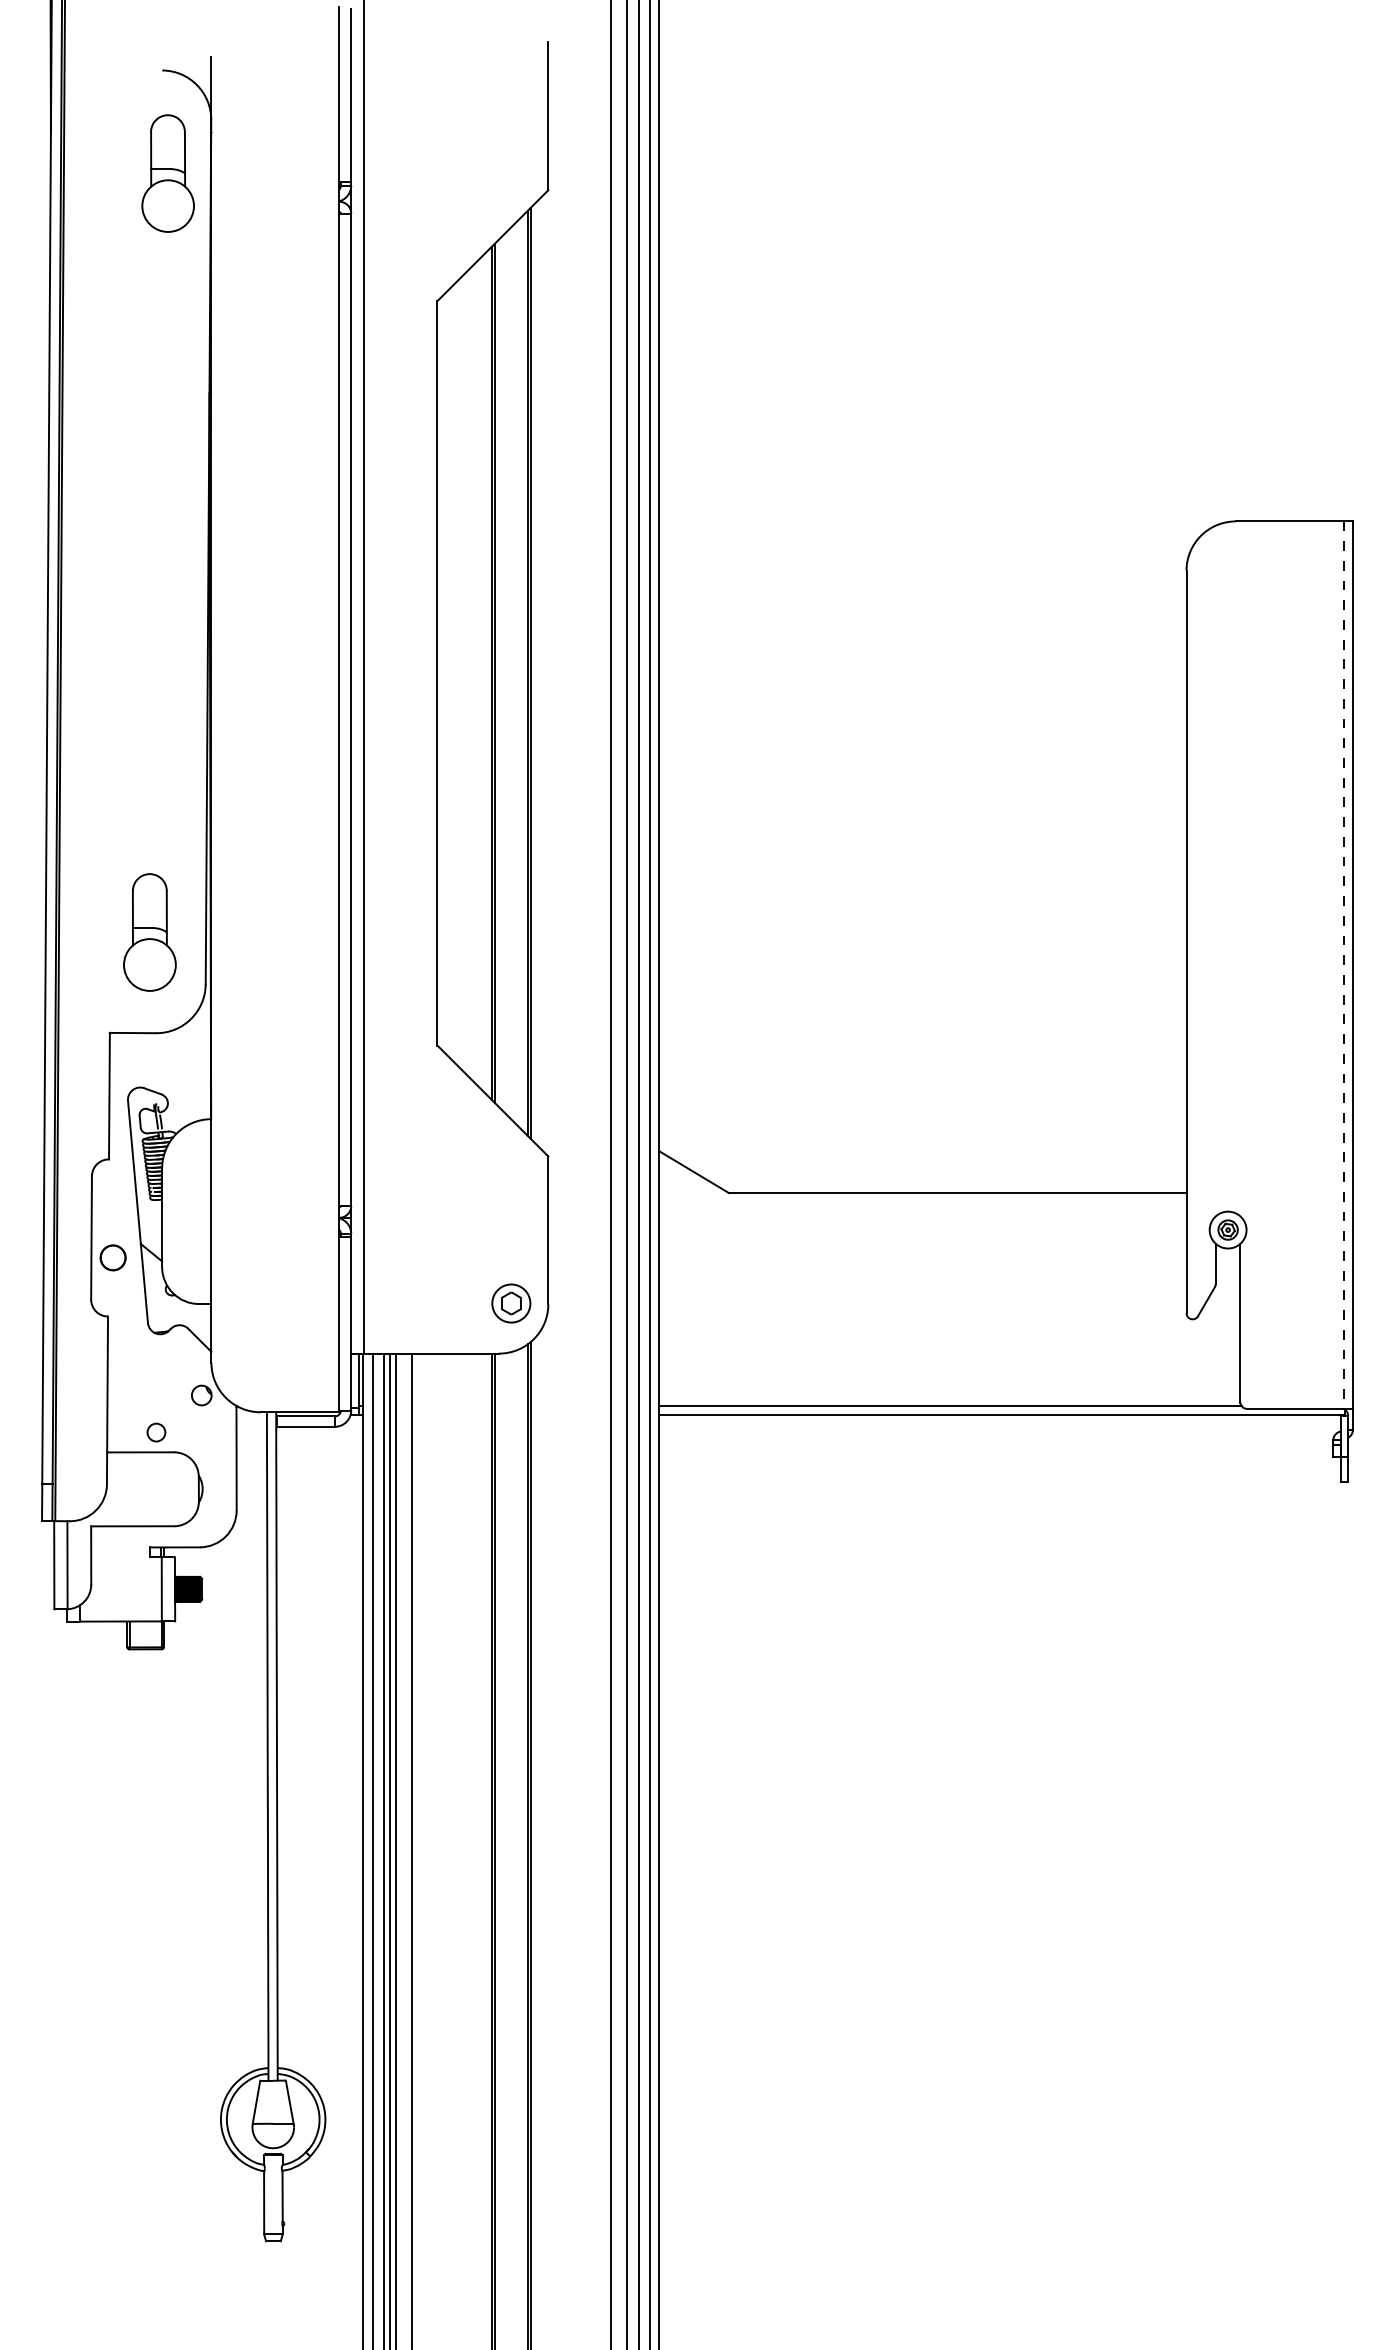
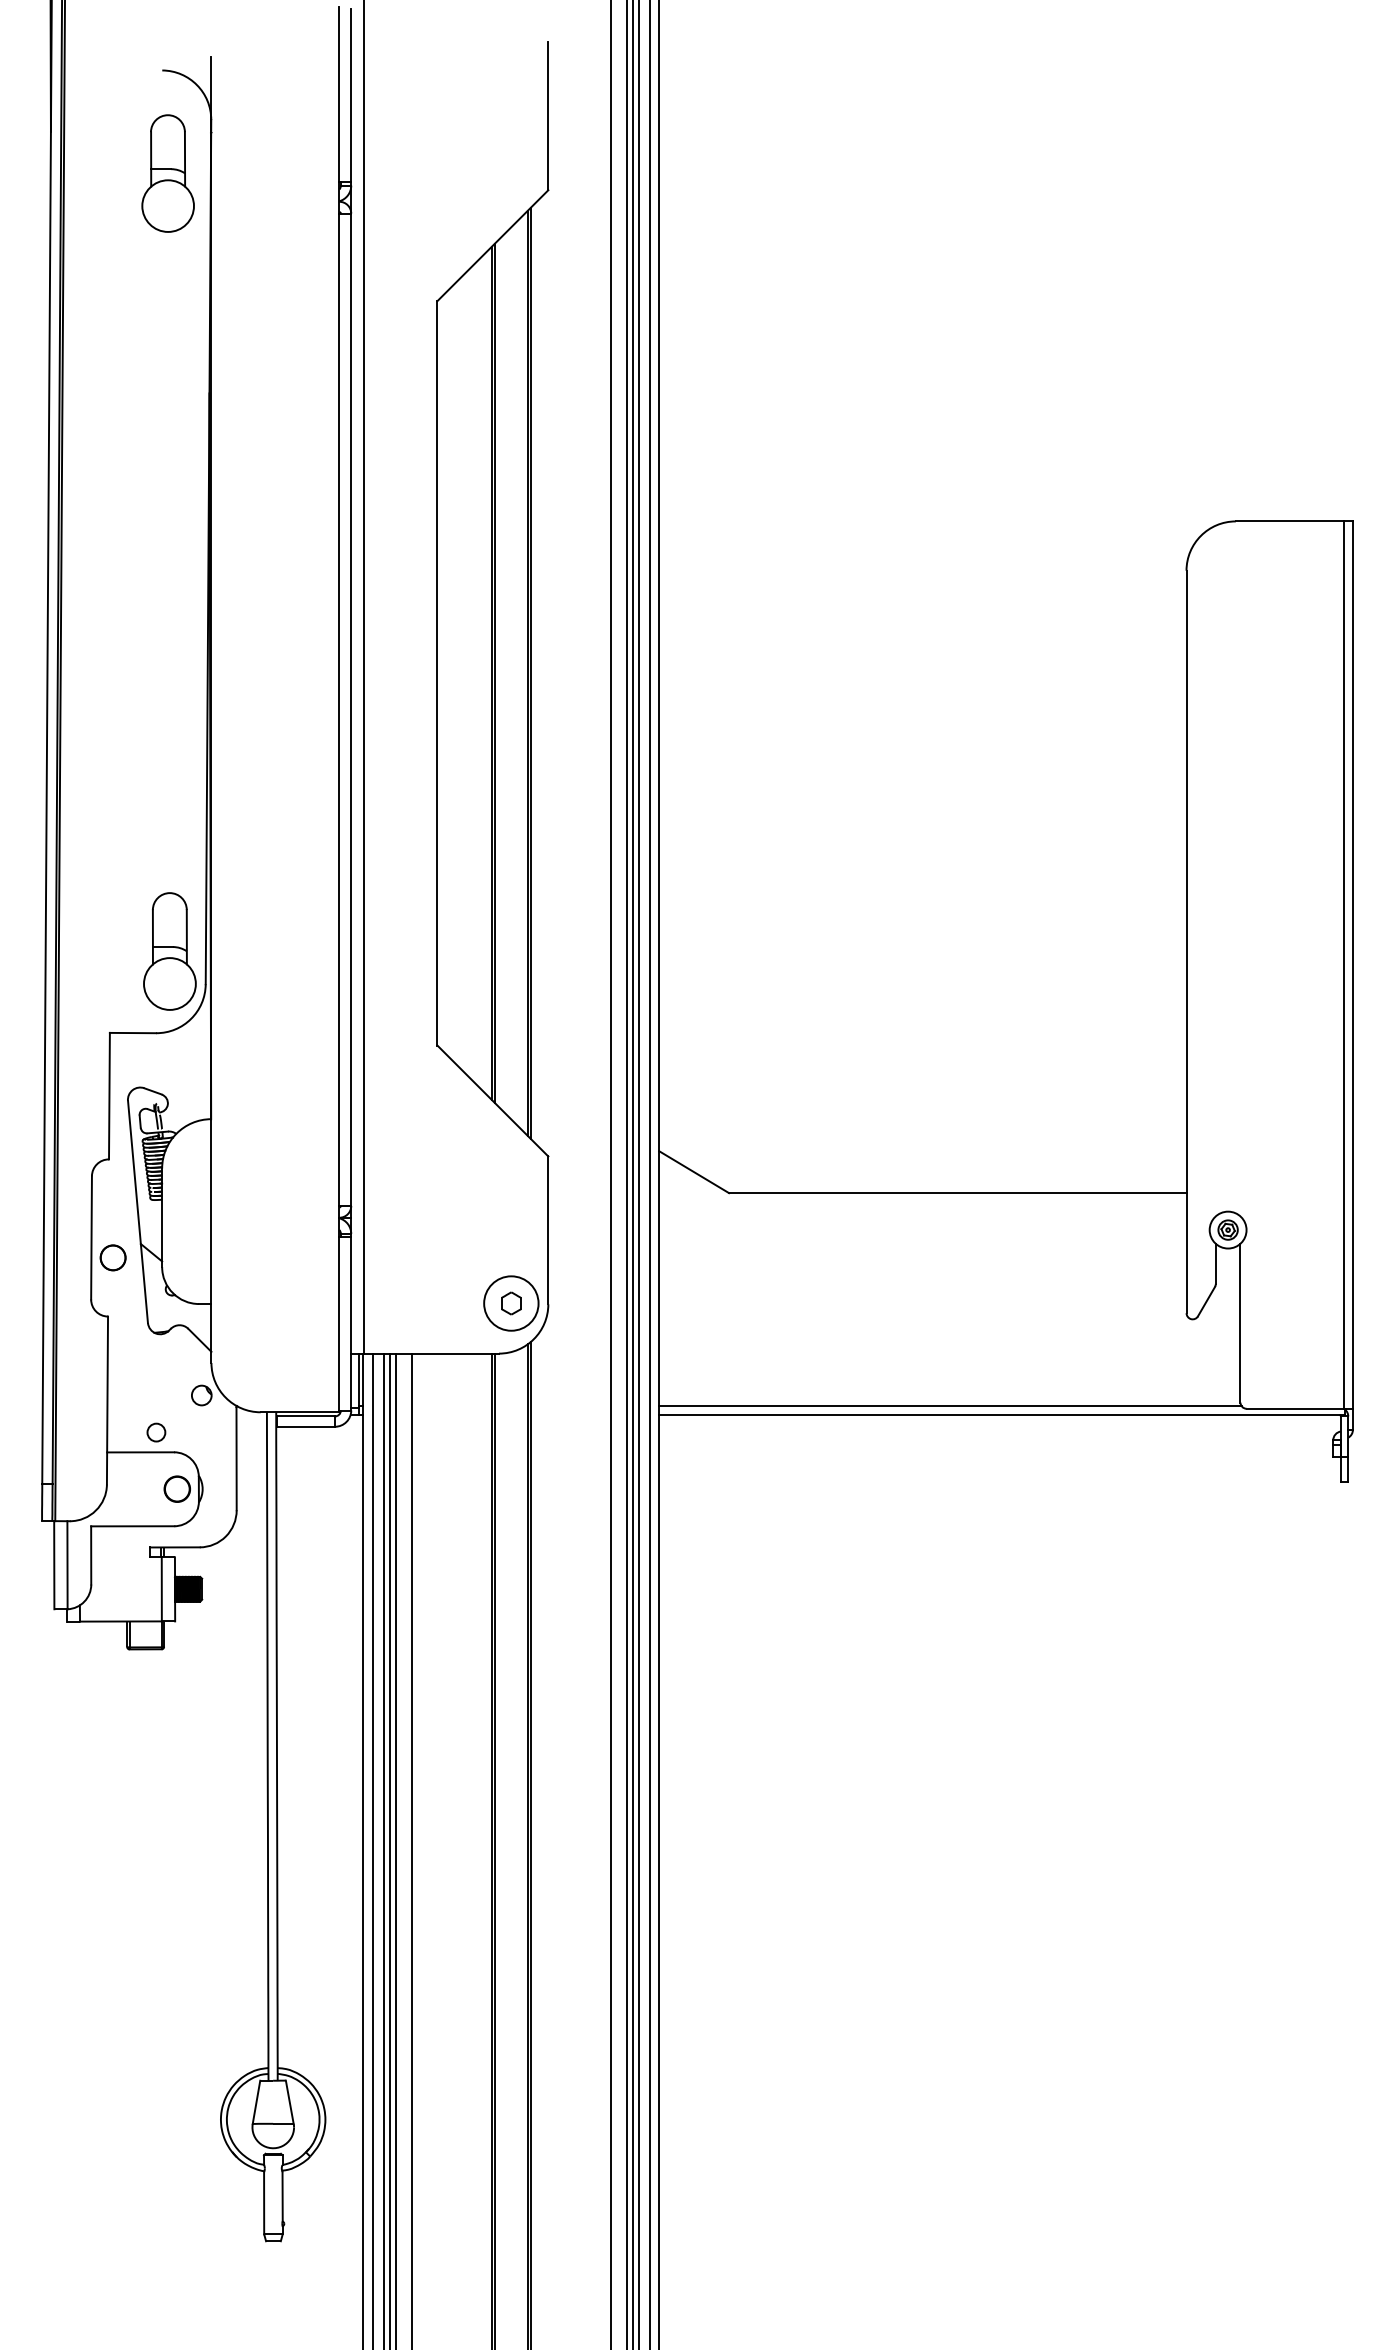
part at (149, 932) position: (149, 932) -> (169, 951)
line at (1344, 965): dashed -> solid
line at (633, 1174): none -> present
circle at (511, 1303) diameter: 38 px -> 54 px
circle at (176, 1488): none -> present
